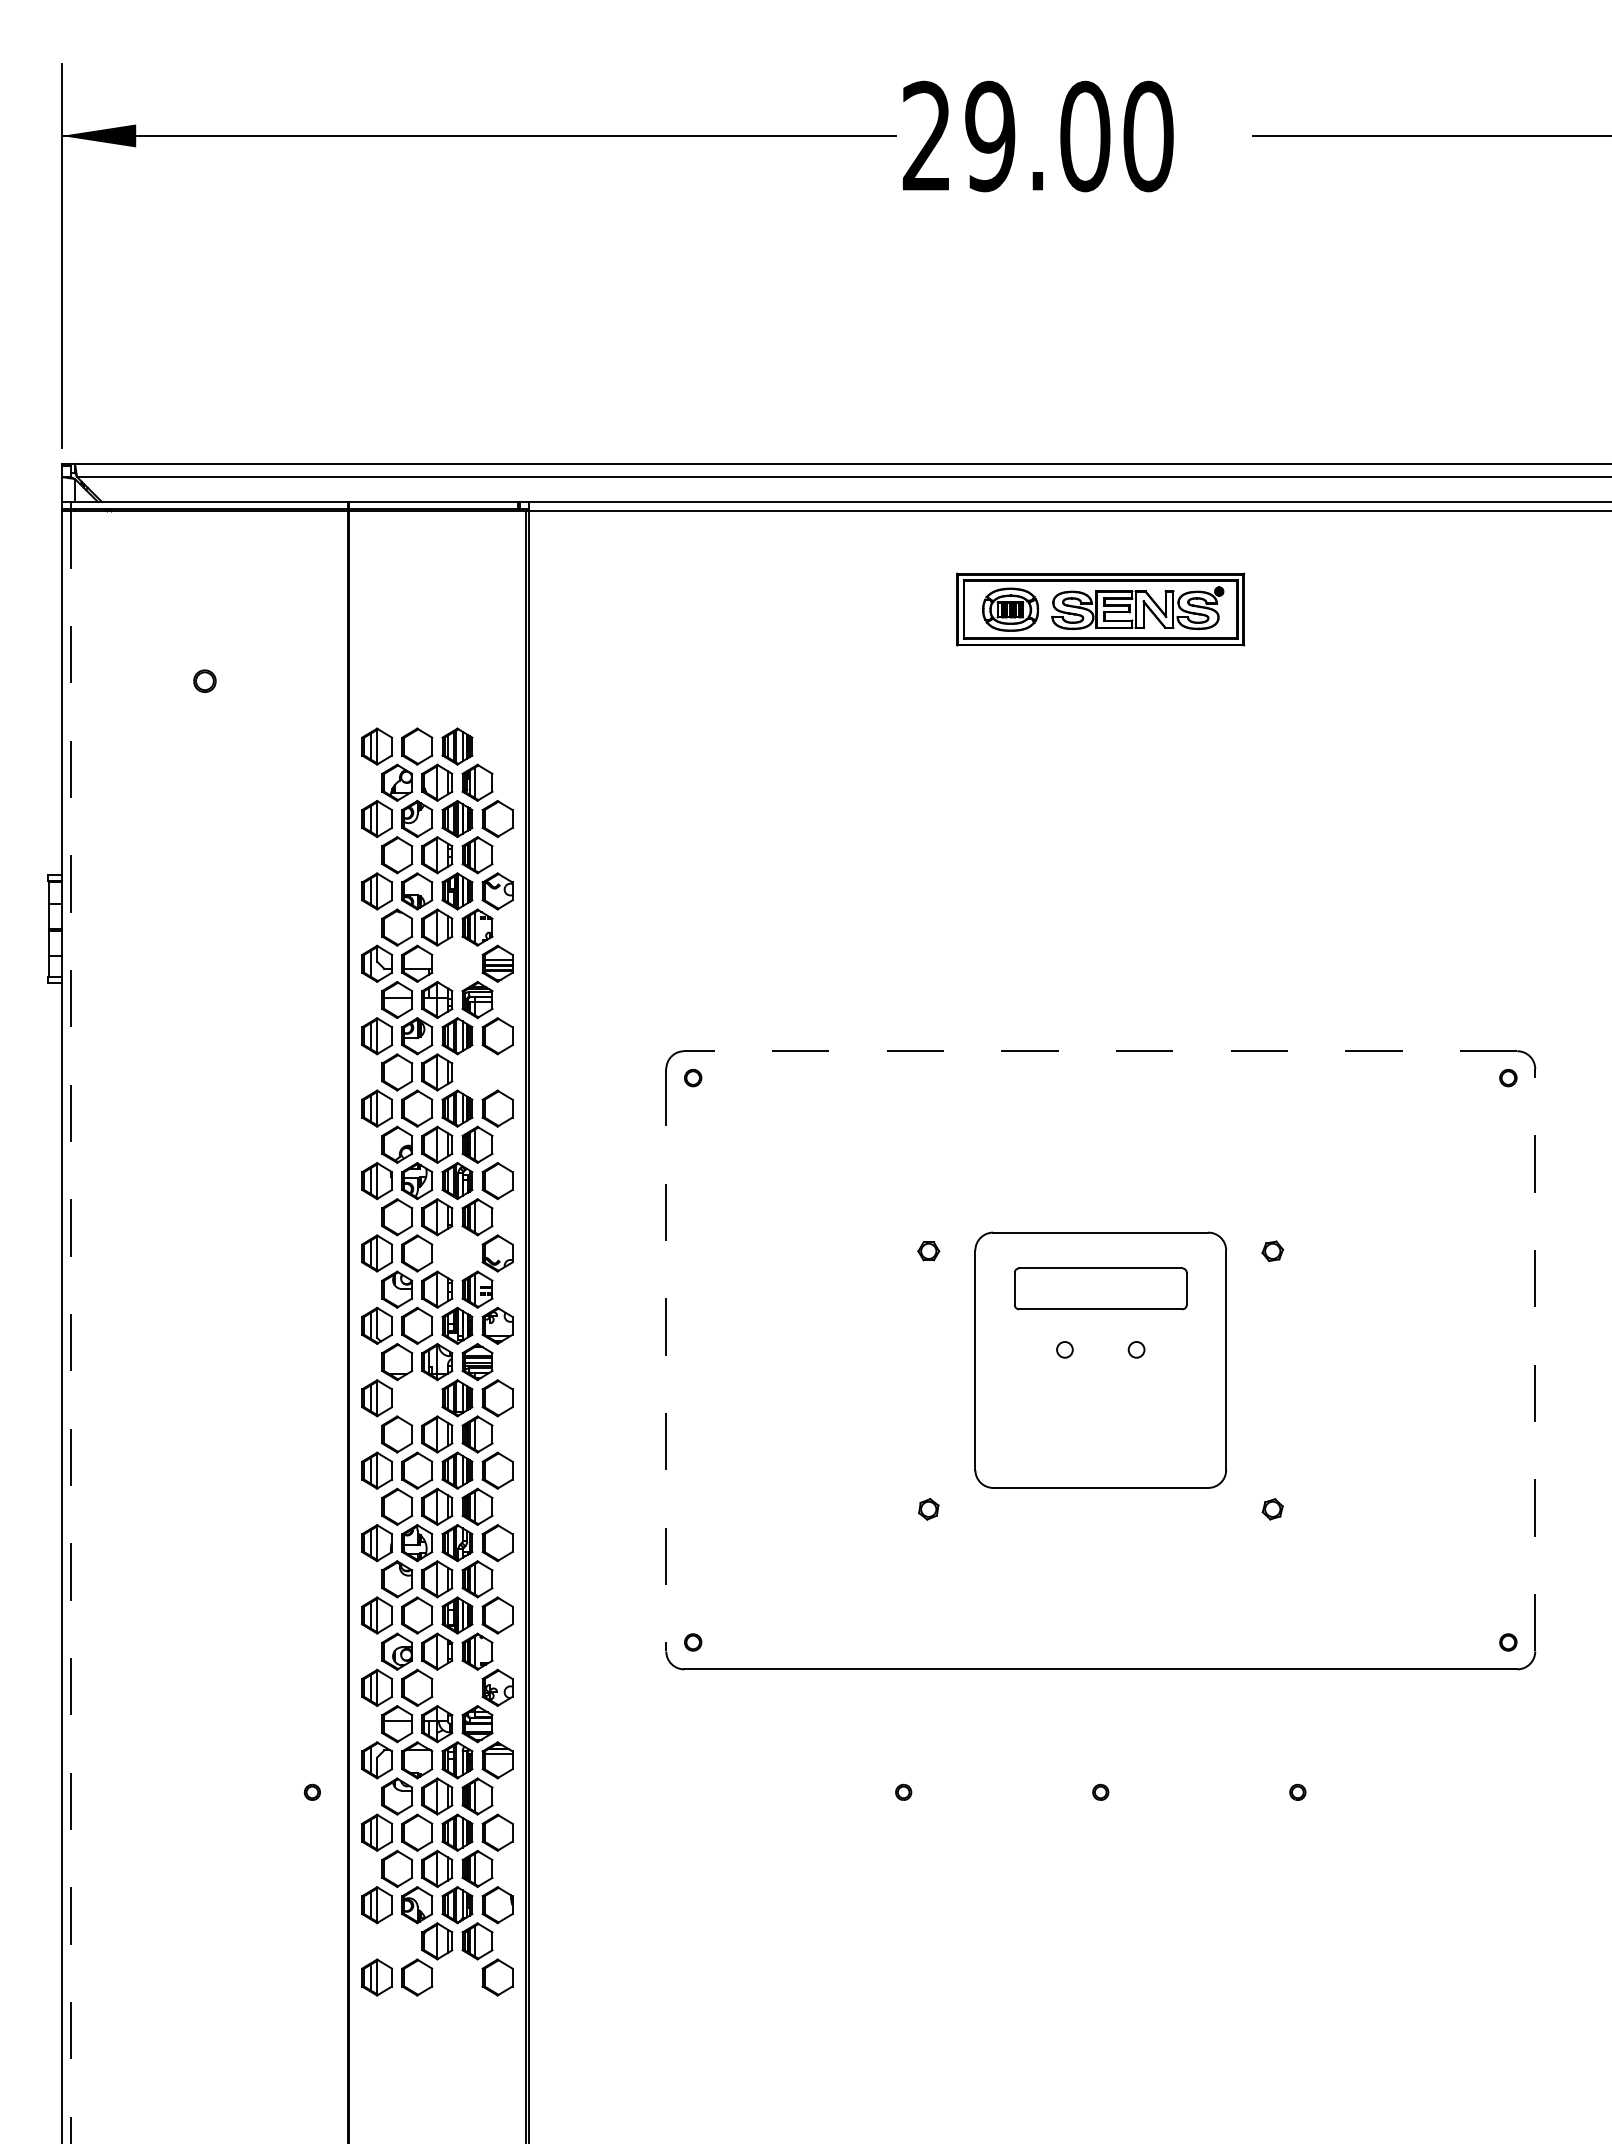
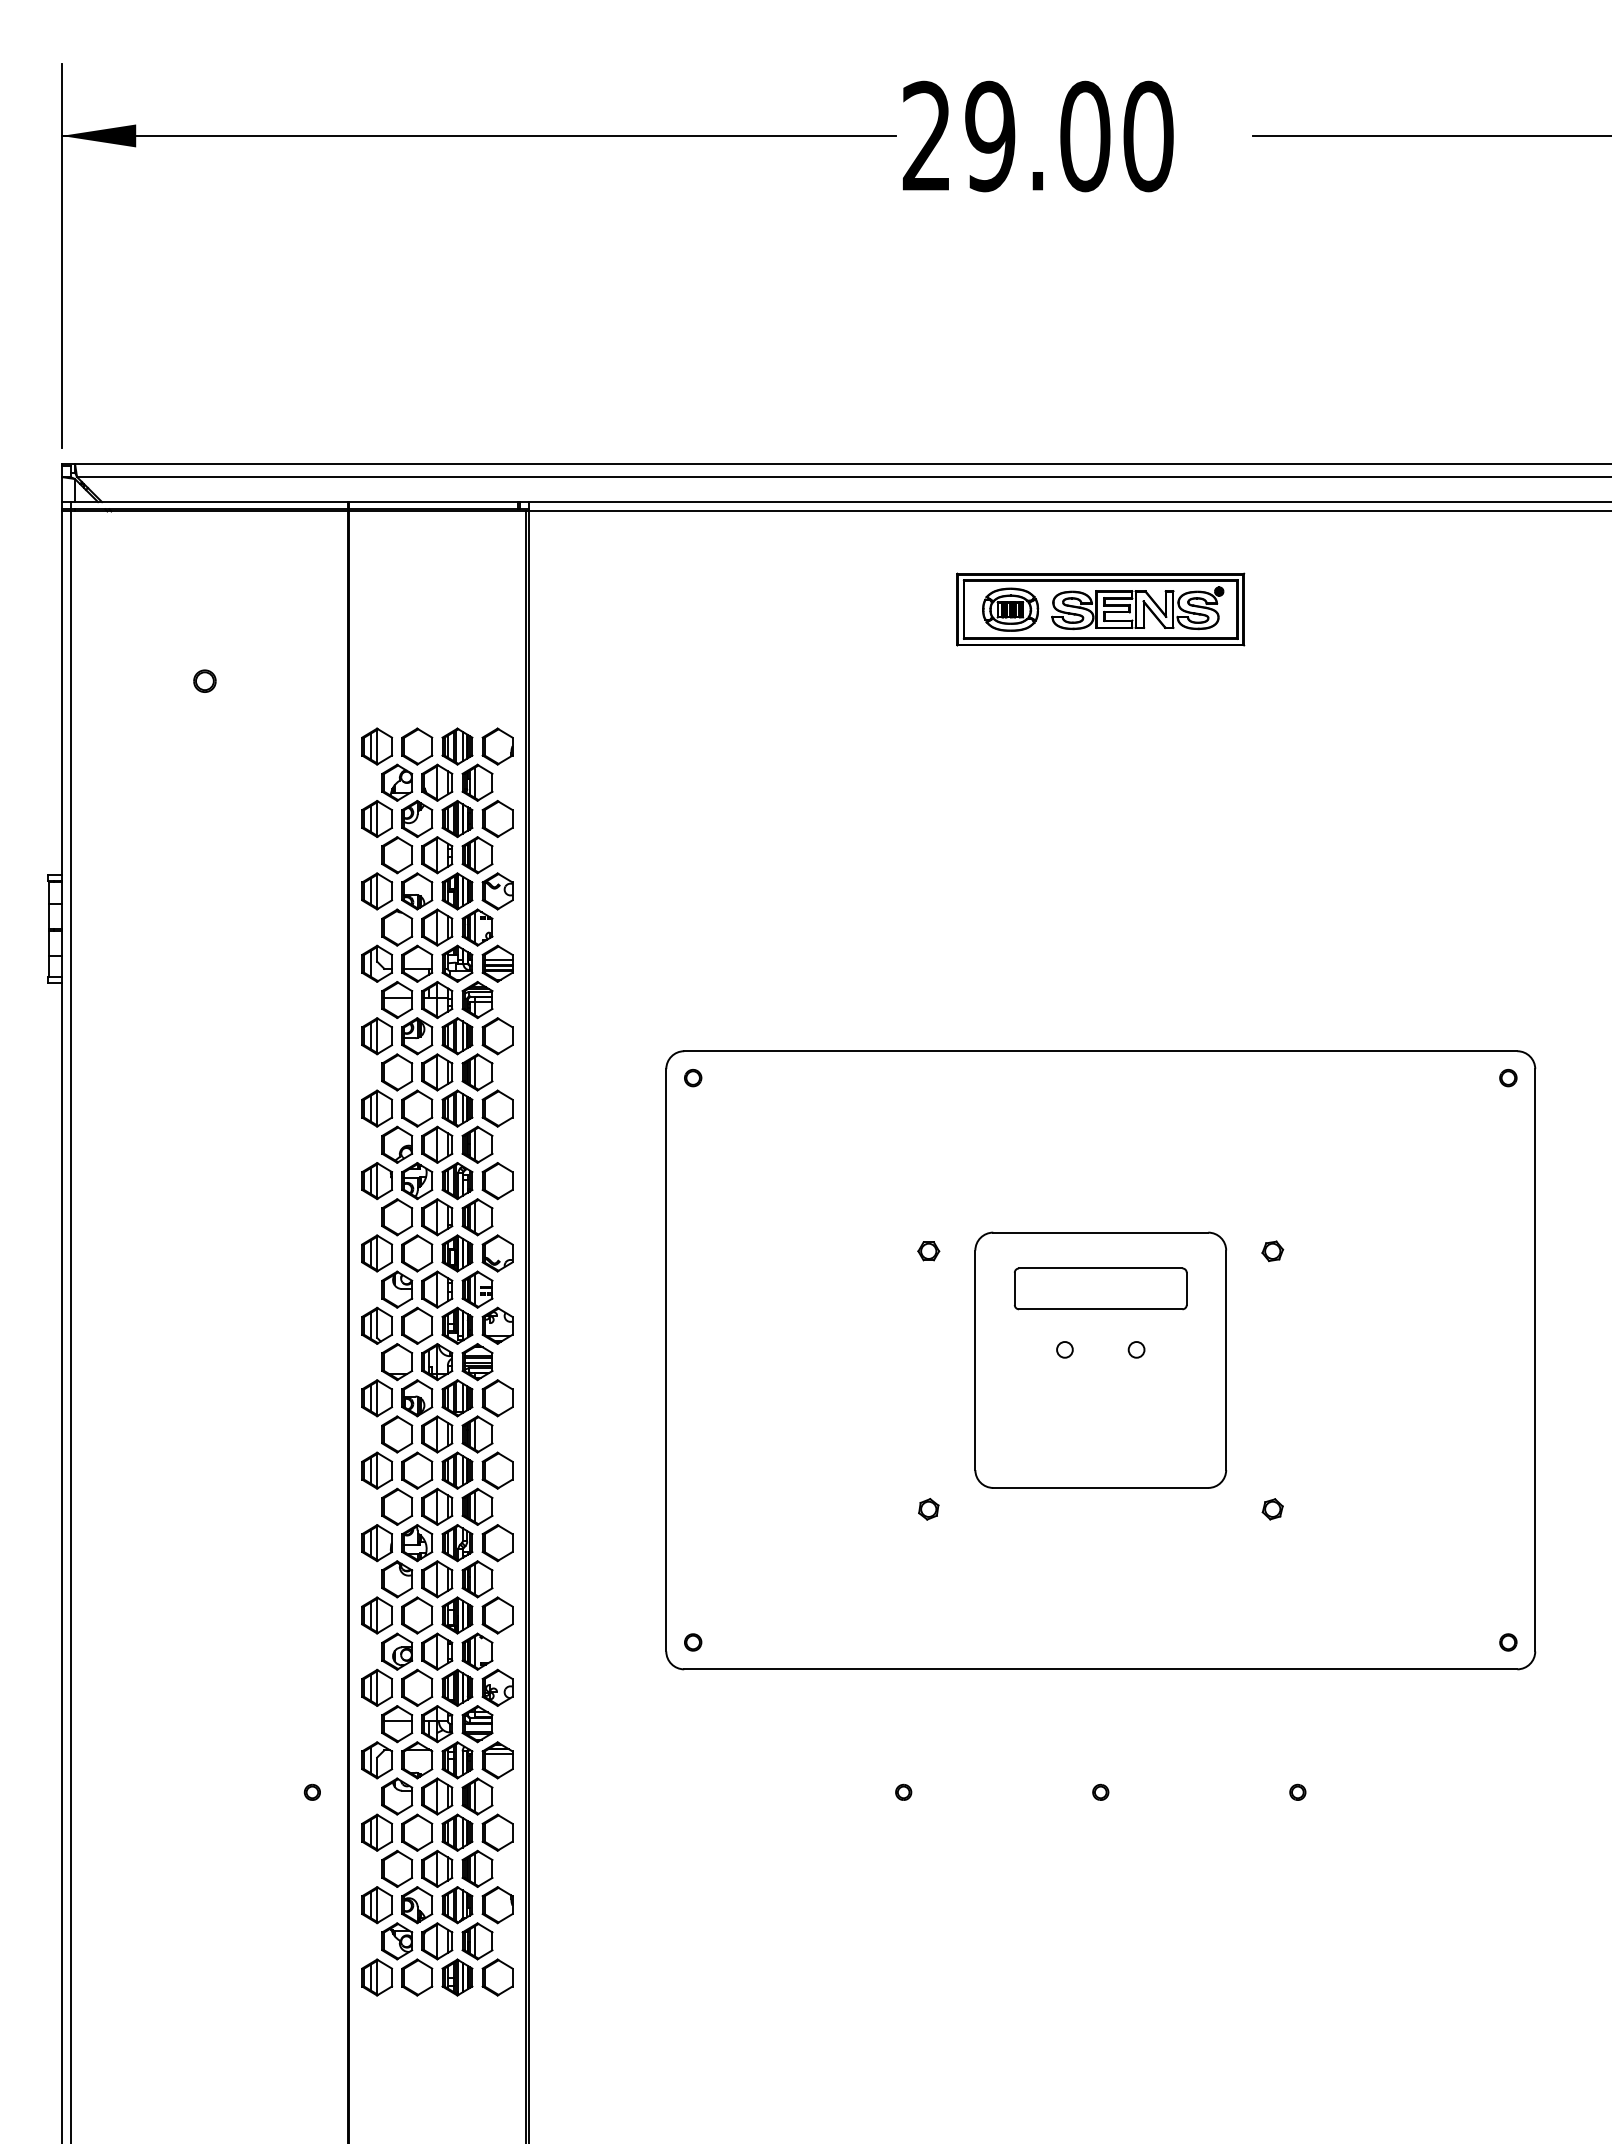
part at (497, 746): none -> present
part at (457, 963): none -> present
line at (1100, 1051): dashed -> solid
part at (477, 1072): none -> present
part at (457, 1253): none -> present
line at (70, 1327): dashed -> solid
line at (1535, 1359): dashed -> solid
line at (666, 1360): dashed -> solid
part at (417, 1398): none -> present
part at (457, 1687): none -> present
part at (397, 1941): none -> present
part at (457, 1977): none -> present
